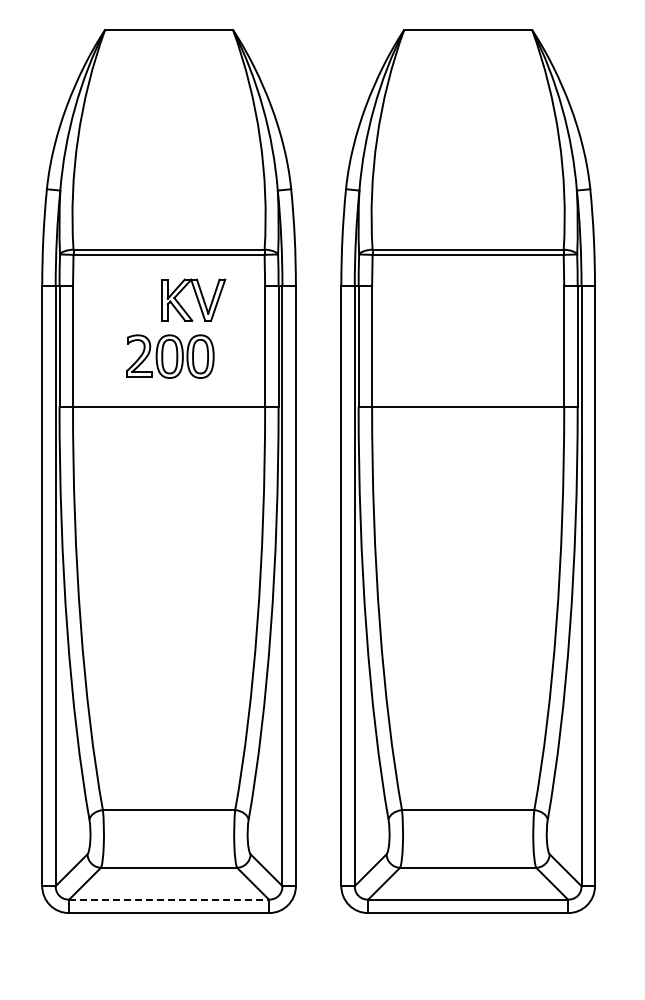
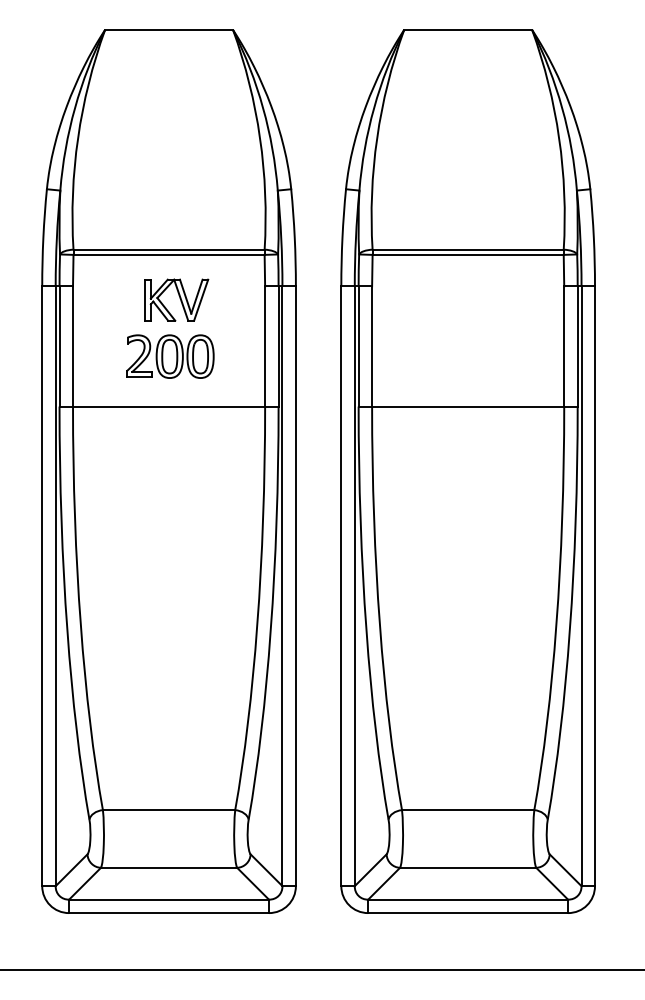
part at (193, 299) position: (193, 299) -> (176, 299)
line at (169, 899): dashed -> solid
line at (321, 969): none -> present
